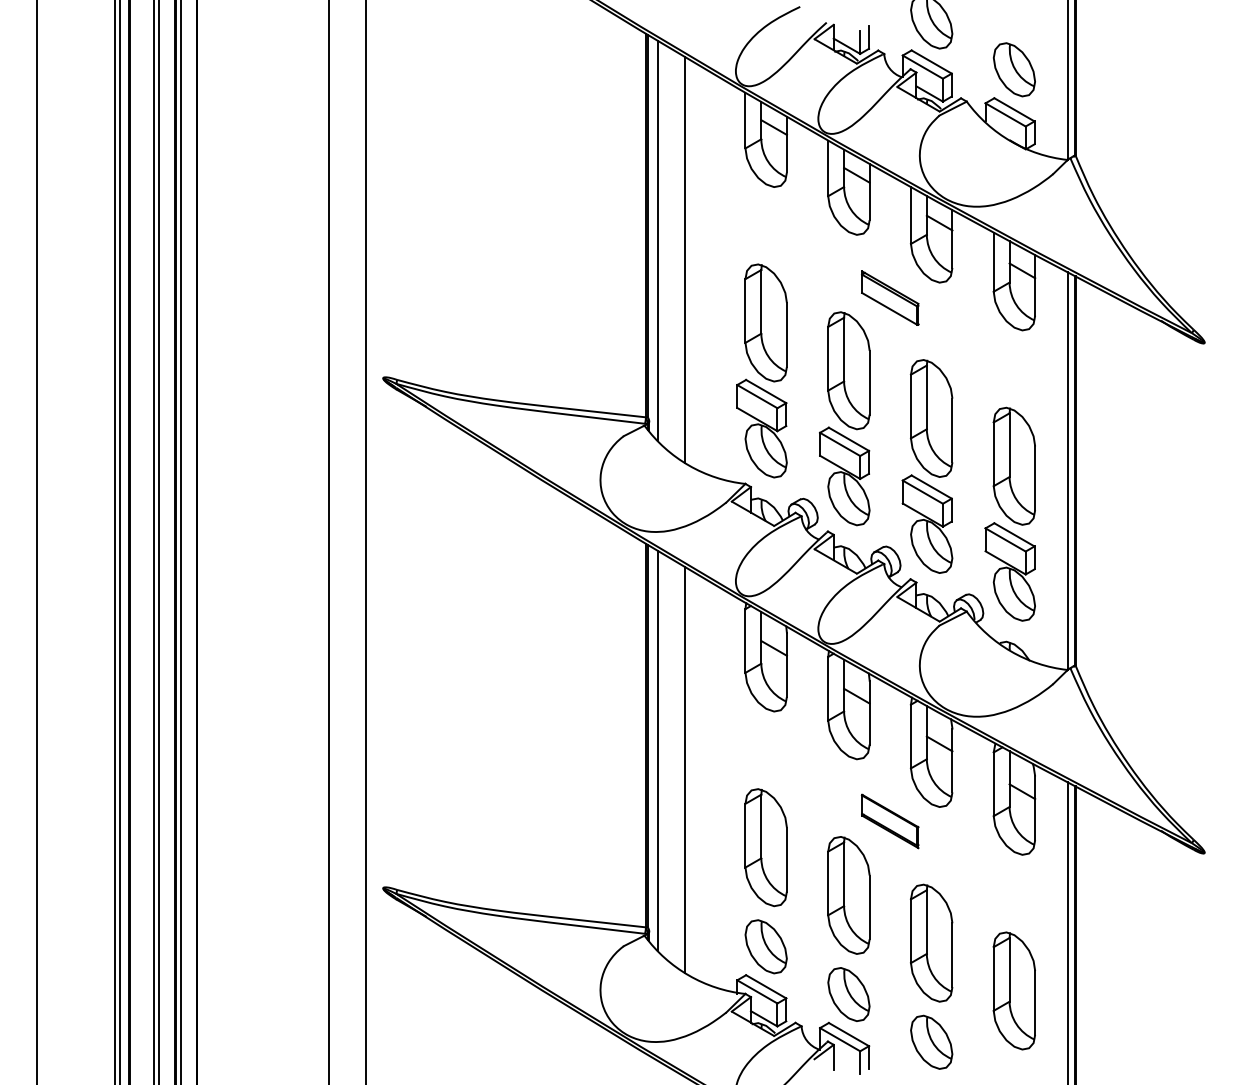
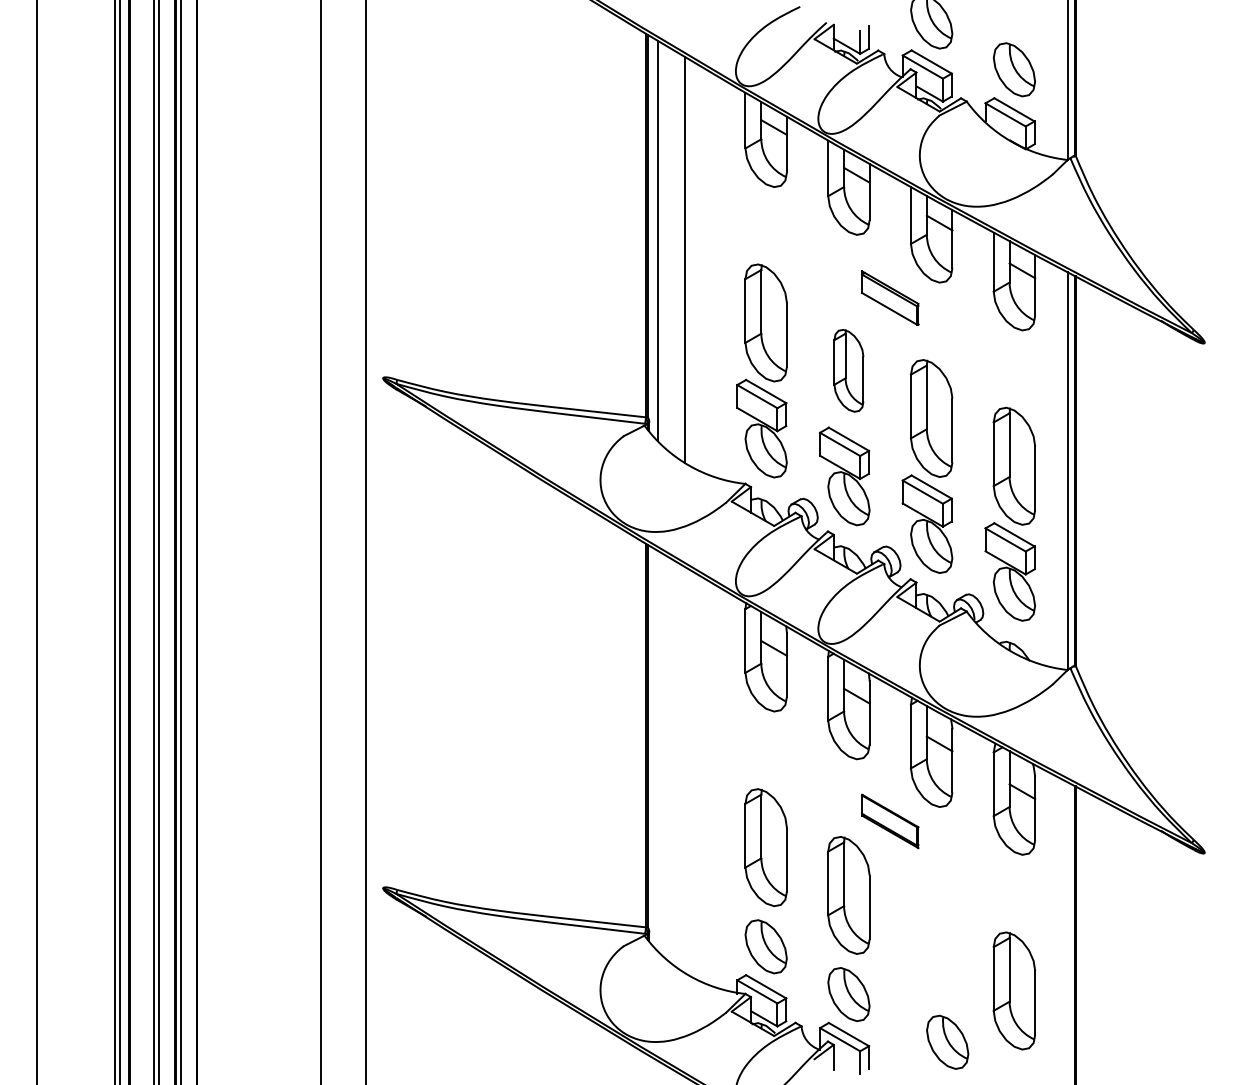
part at (848, 370) size: 44x120 px -> 32x84 px
line at (329, 541) position: (329, 541) -> (321, 541)
line at (657, 749): present -> none
line at (685, 769): present -> none
line at (1067, 931): present -> none
part at (931, 942): present -> none
part at (931, 1041) position: (931, 1041) -> (947, 1041)
